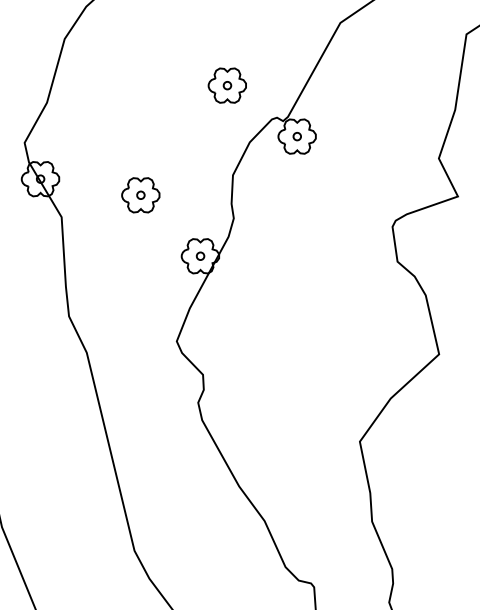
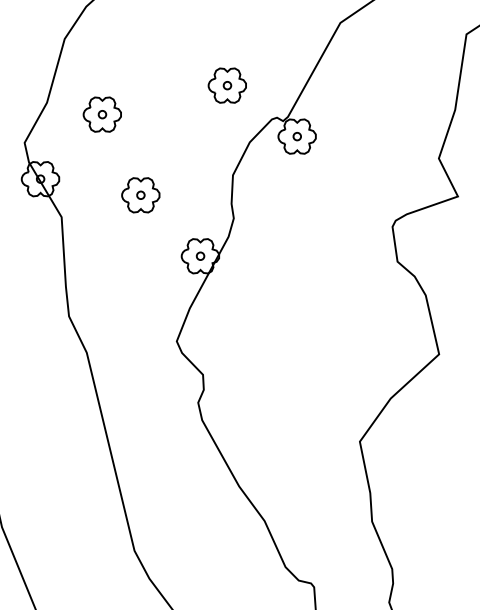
part at (101, 114): none -> present
